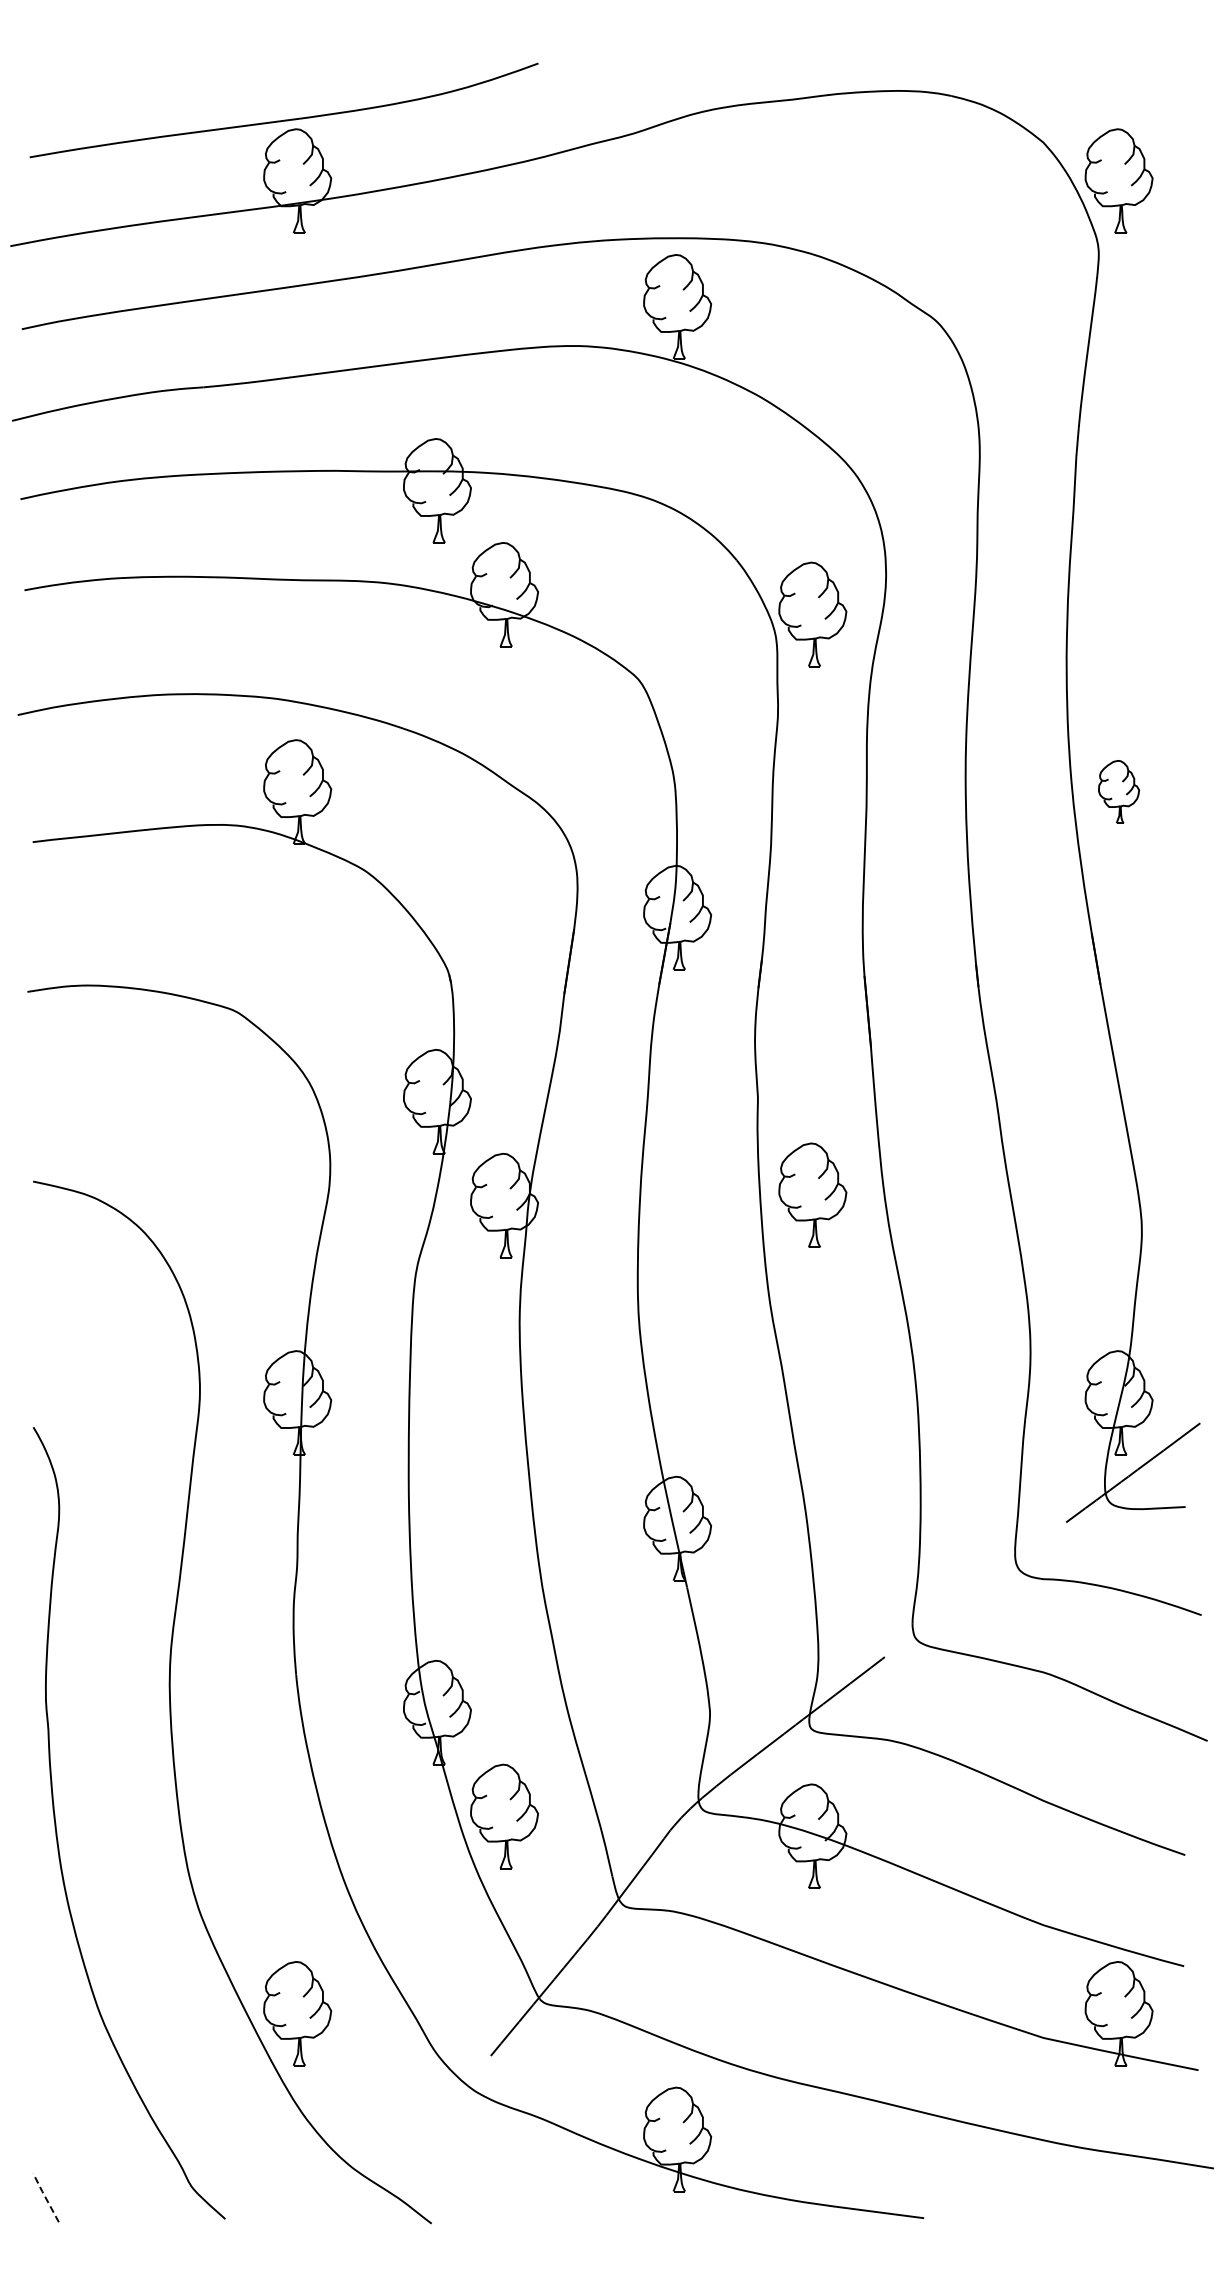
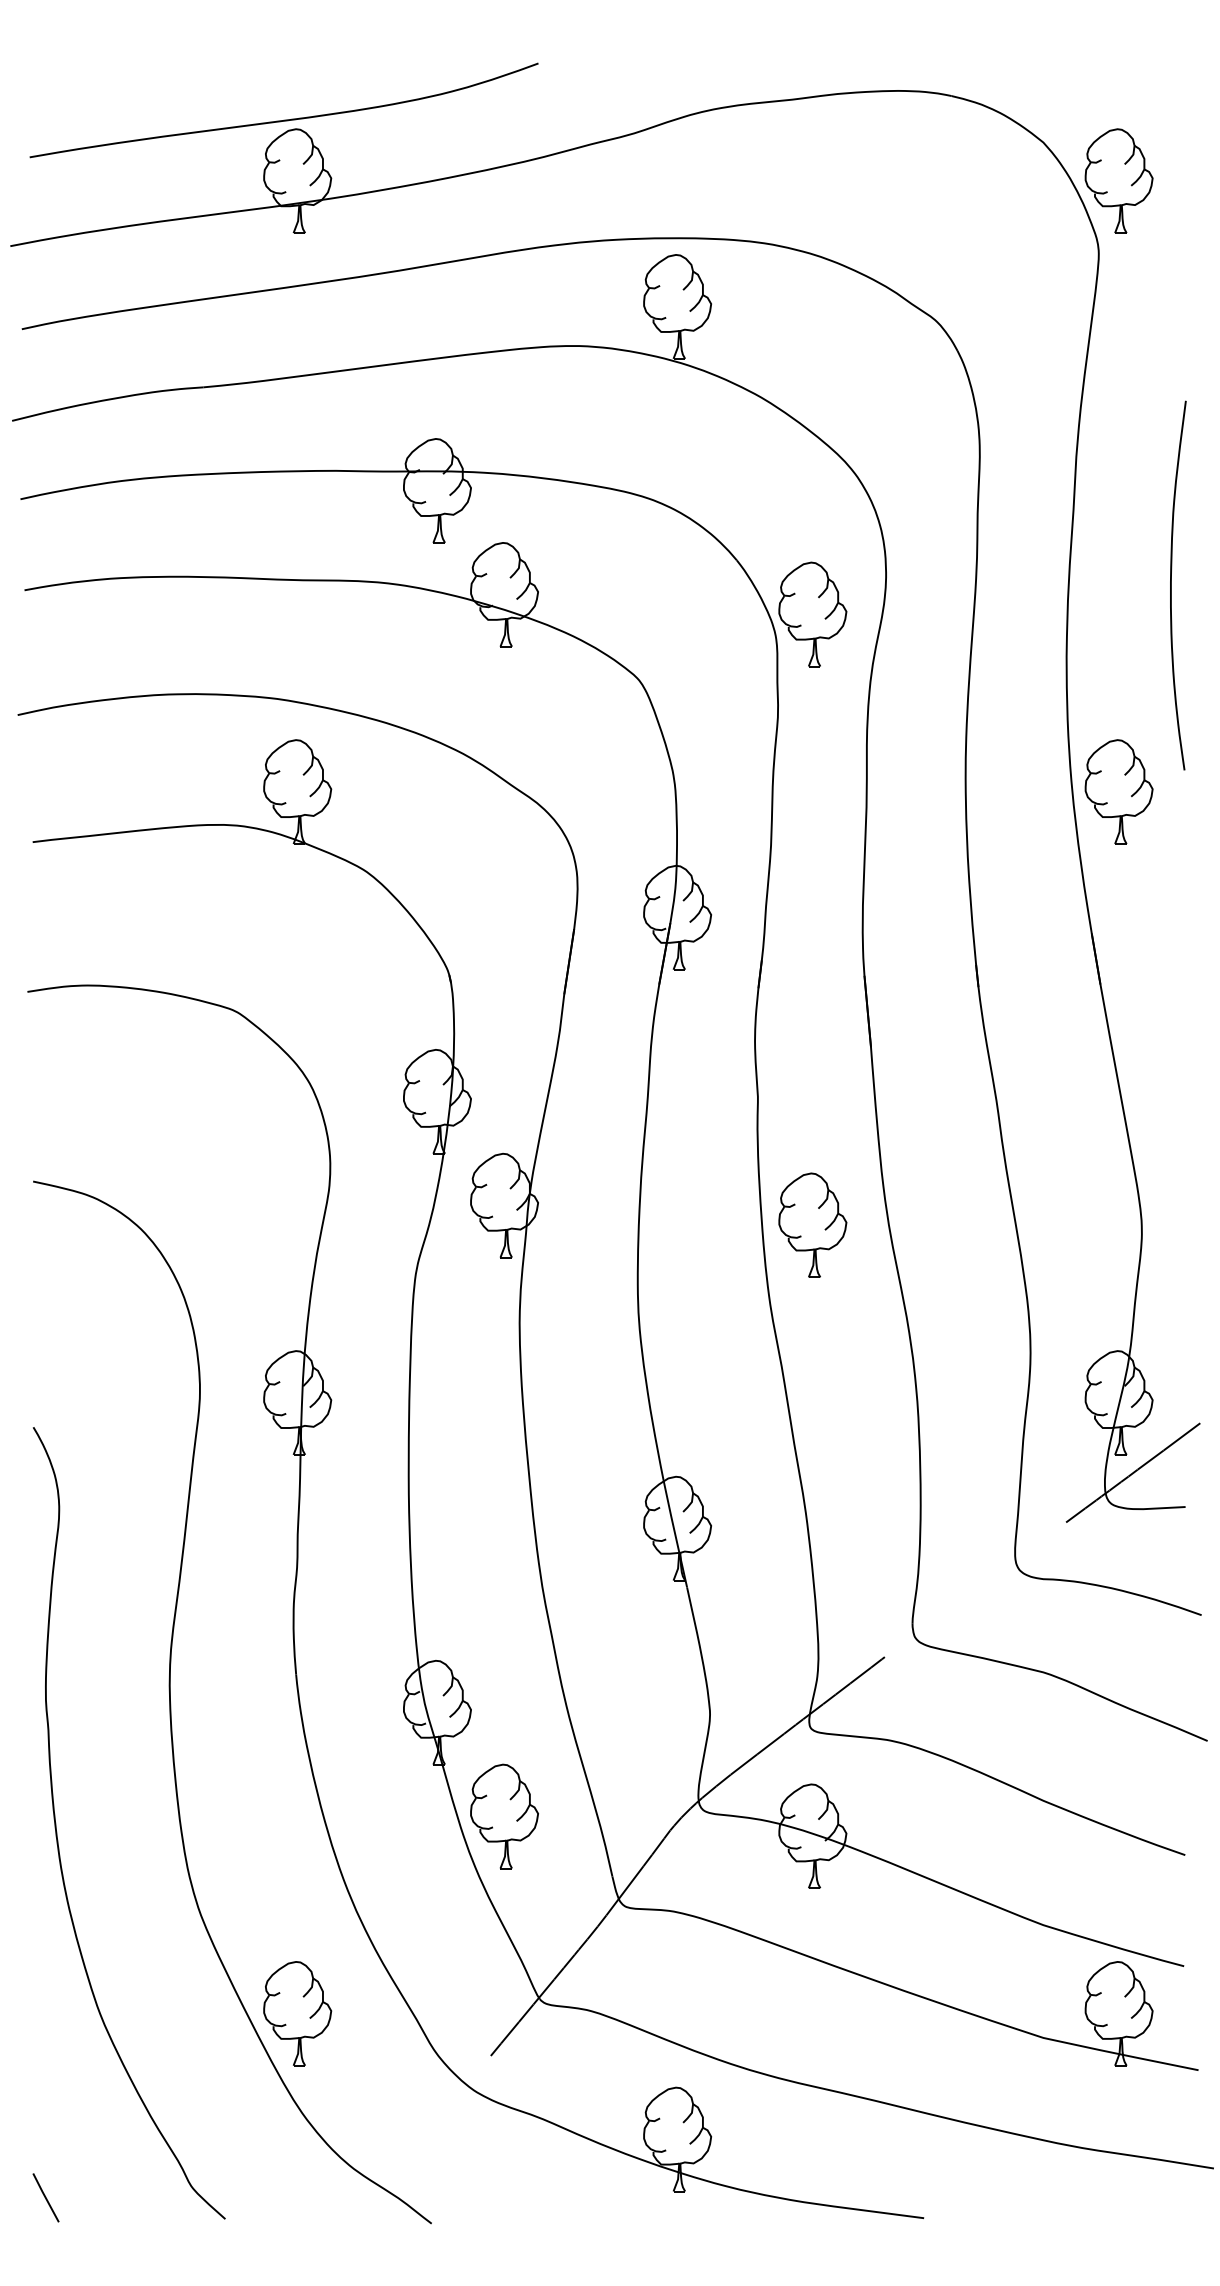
curve at (1171, 585): none -> present
part at (1119, 791) size: 43x64 px -> 70x106 px
part at (812, 1194) position: (812, 1194) -> (812, 1224)
line at (45, 2196): dashed -> solid
